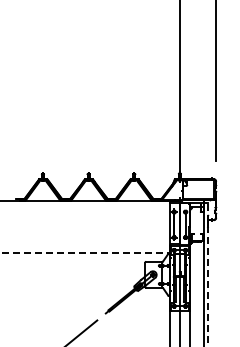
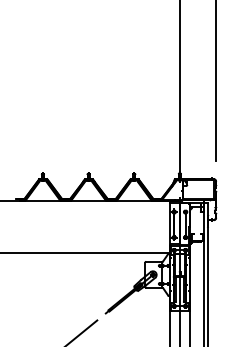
line at (85, 253): dashed -> solid
line at (208, 274): dashed -> solid
